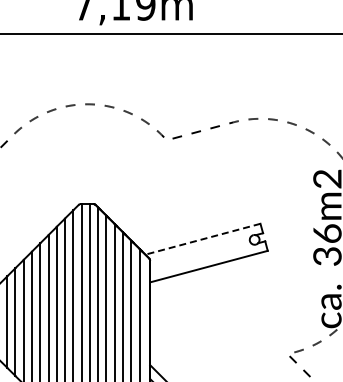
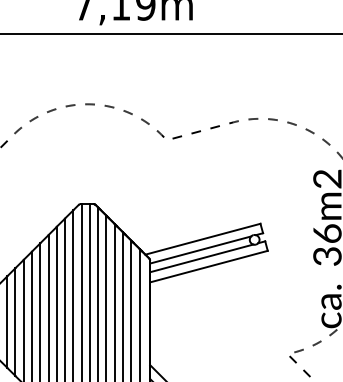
line at (202, 239): dashed -> solid
line at (200, 249): none -> present
line at (201, 258): none -> present
